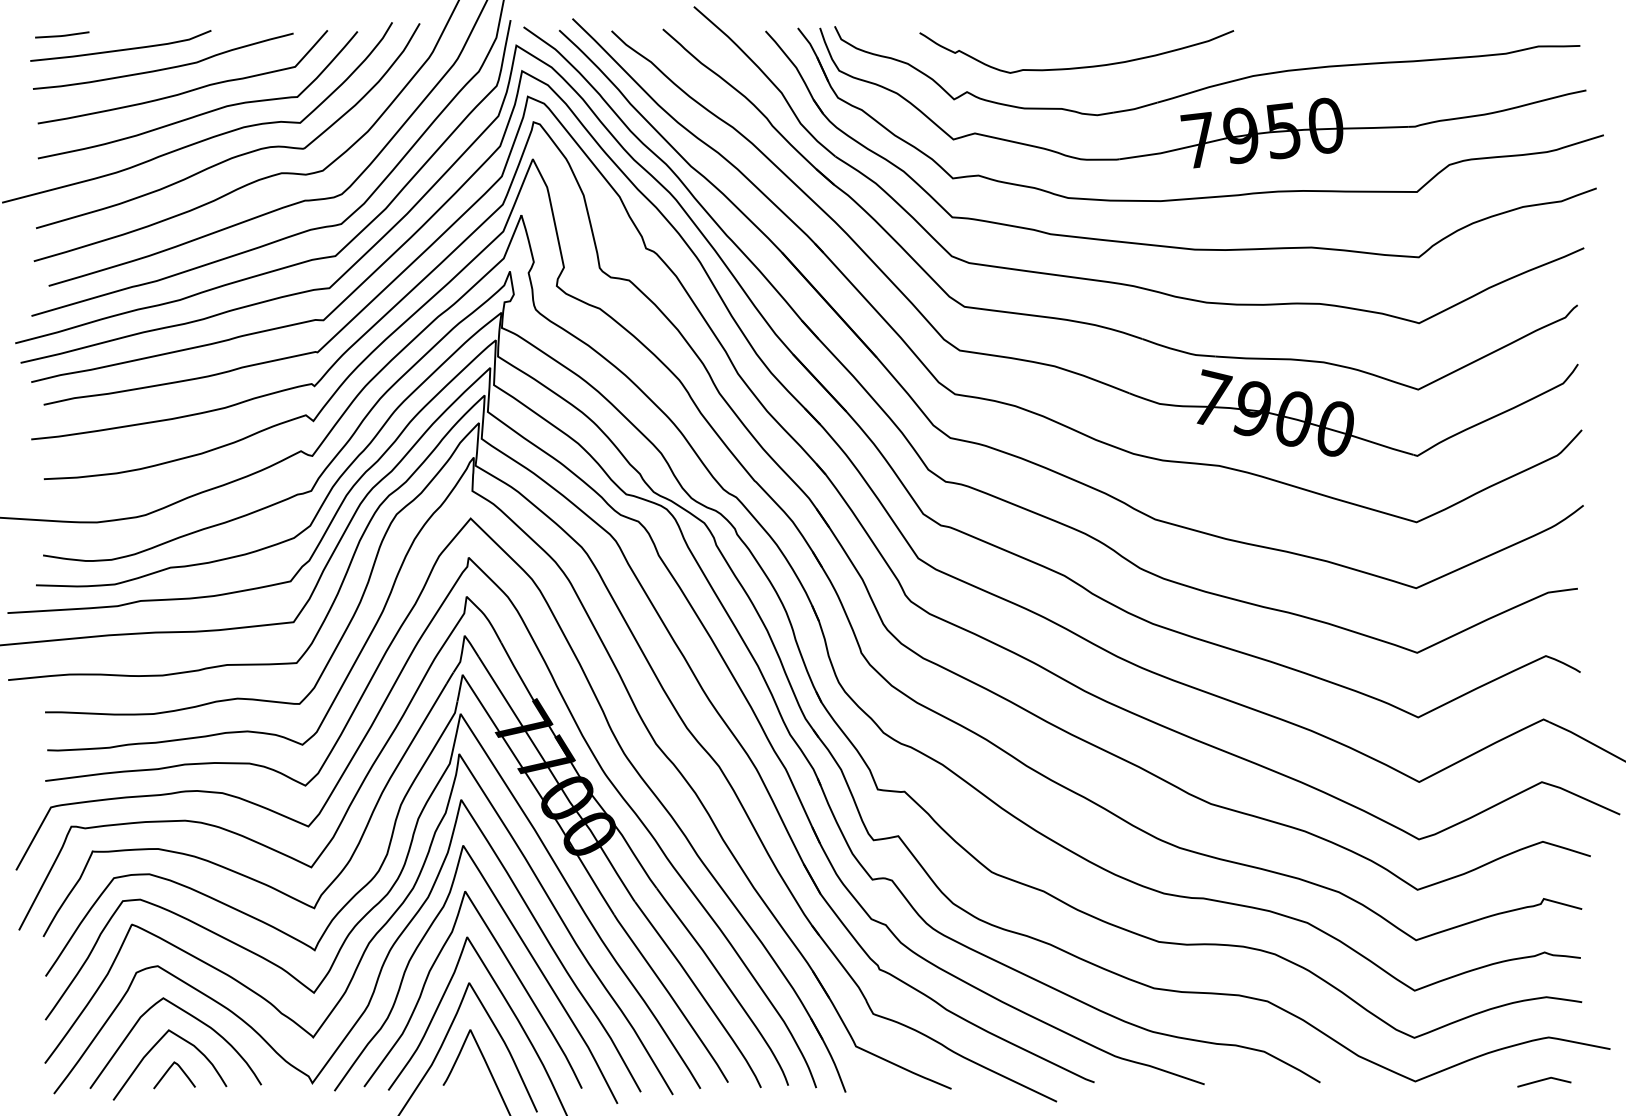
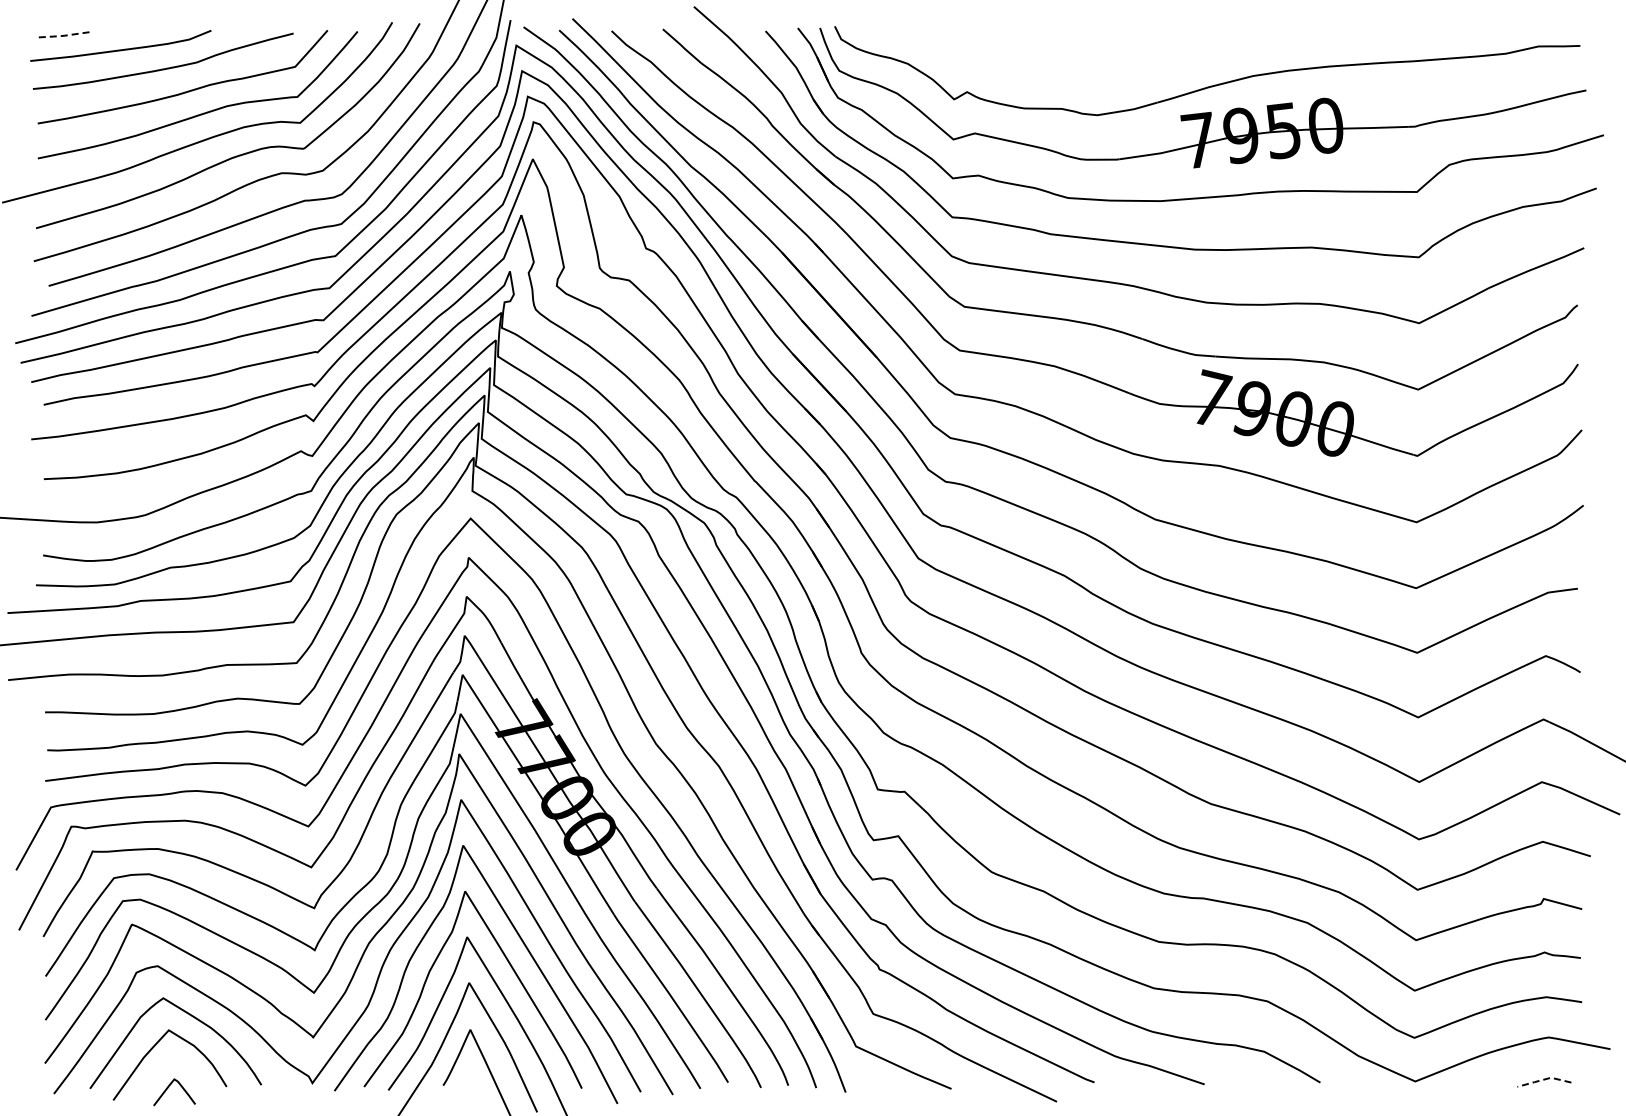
line at (62, 35): solid -> dashed
curve at (1080, 66): present -> none
curve at (168, 1071) position: (168, 1071) -> (168, 1088)
line at (1543, 1079): solid -> dashed
